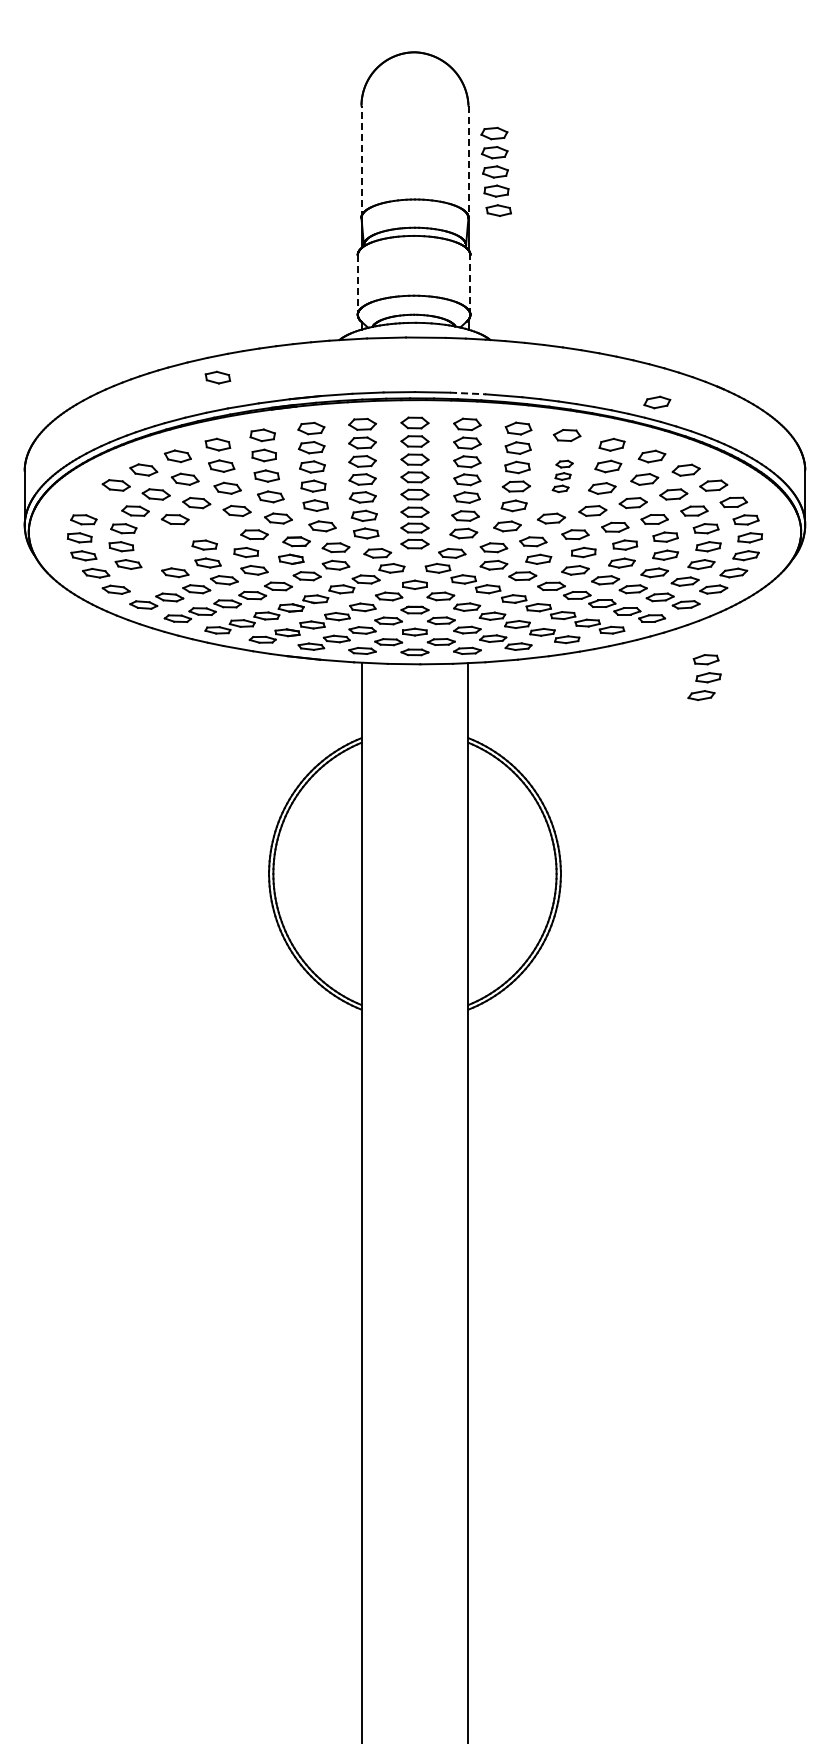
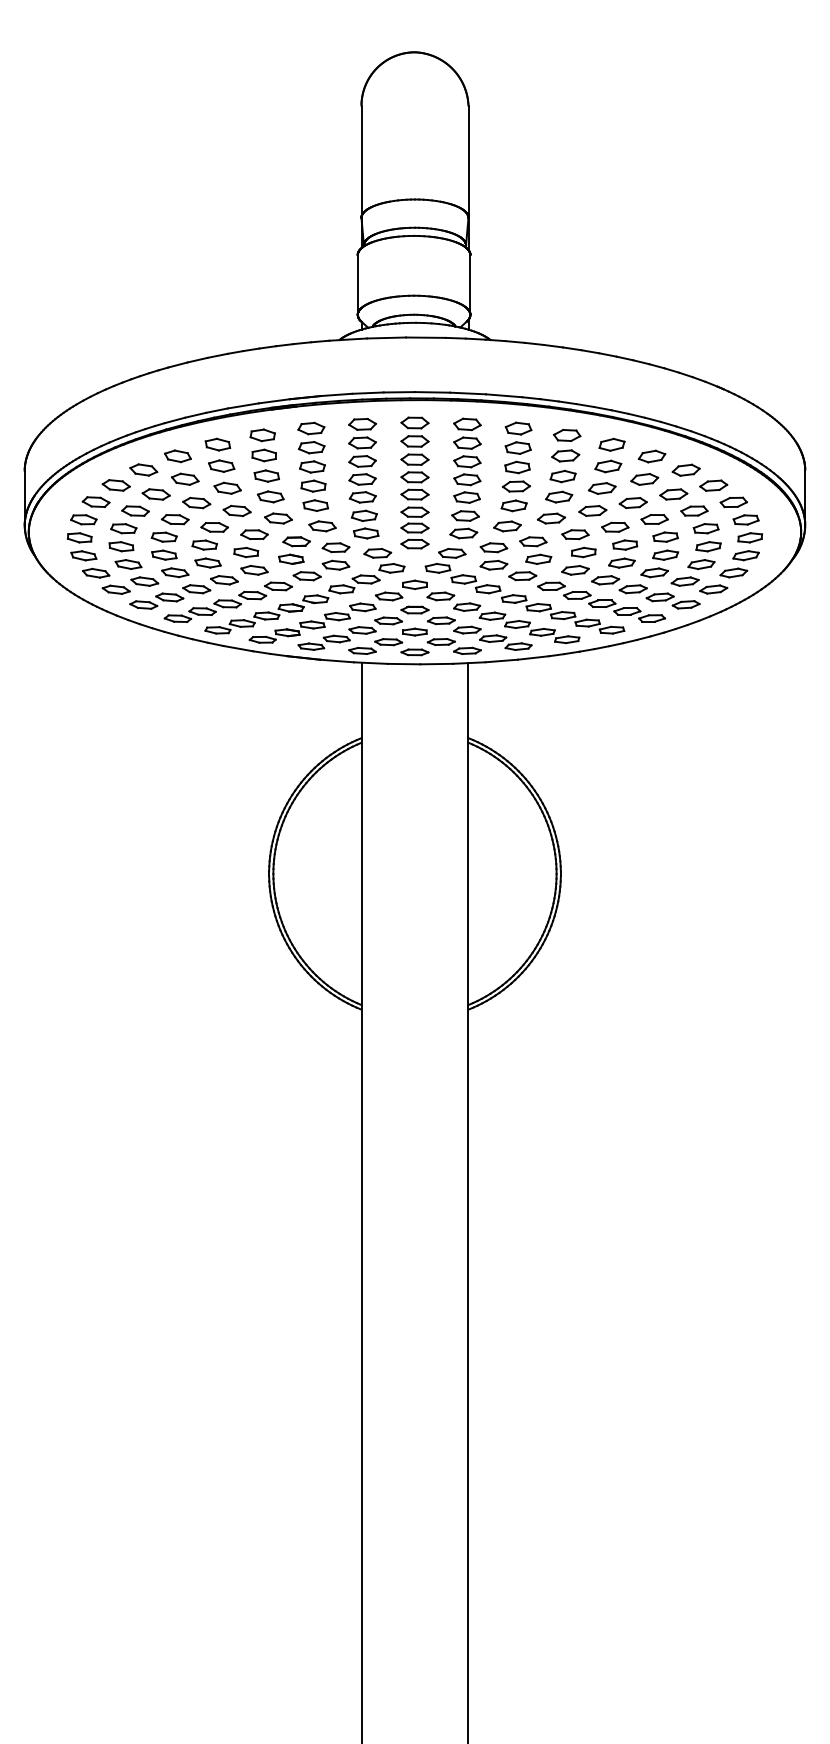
line at (361, 161): dashed -> solid
line at (468, 161): dashed -> solid
part at (495, 171): present -> none
line at (357, 284): dashed -> solid
line at (470, 284): dashed -> solid
part at (217, 377): present -> none
line at (468, 393): dashed -> solid
part at (657, 402): present -> none
part at (562, 476) size: 23x35 px -> 36x55 px
part at (95, 501): none -> present
part at (214, 527): none -> present
part at (163, 545): none -> present
part at (144, 581): none -> present
part at (704, 677): present -> none
